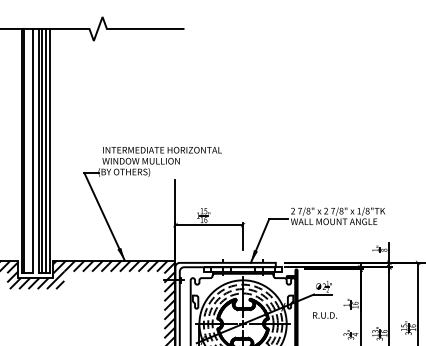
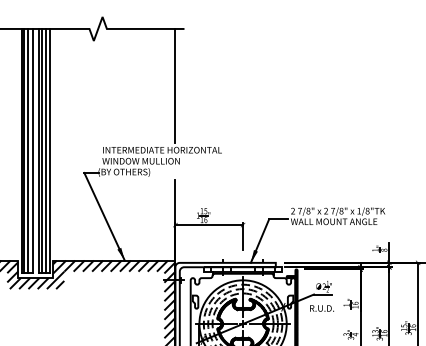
line at (175, 85): none -> present
line at (28, 150): none -> present
text at (324, 315) position: (324, 315) -> (321, 308)
